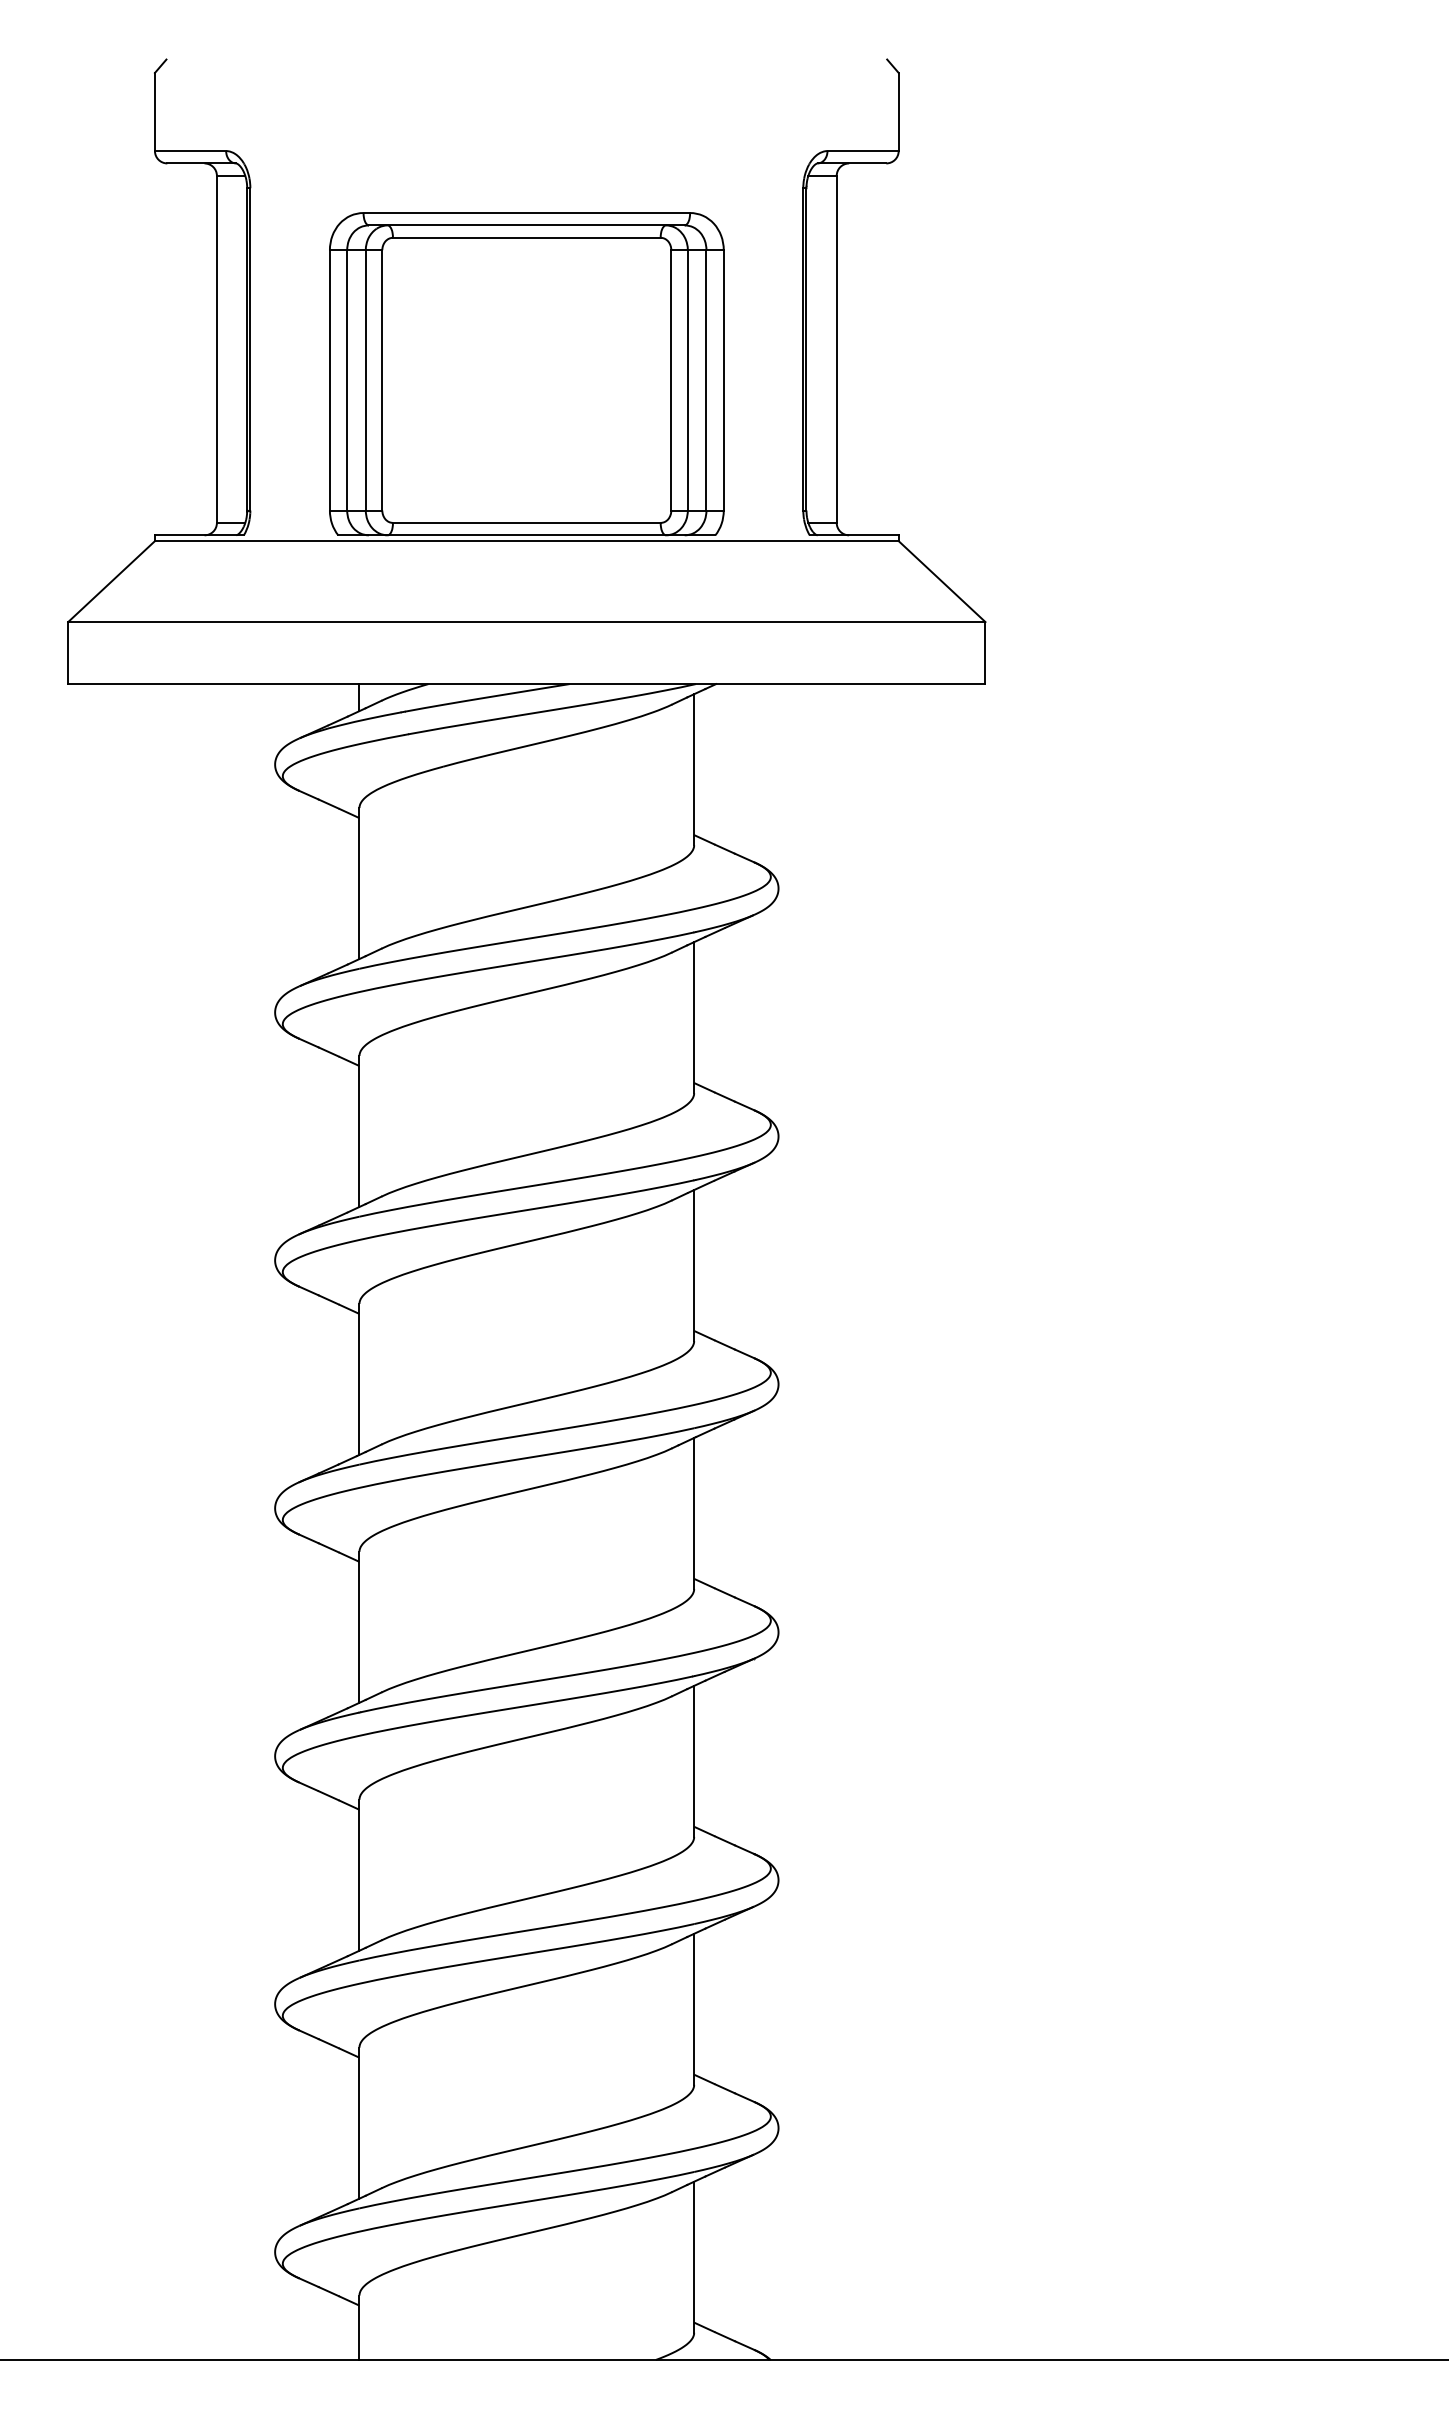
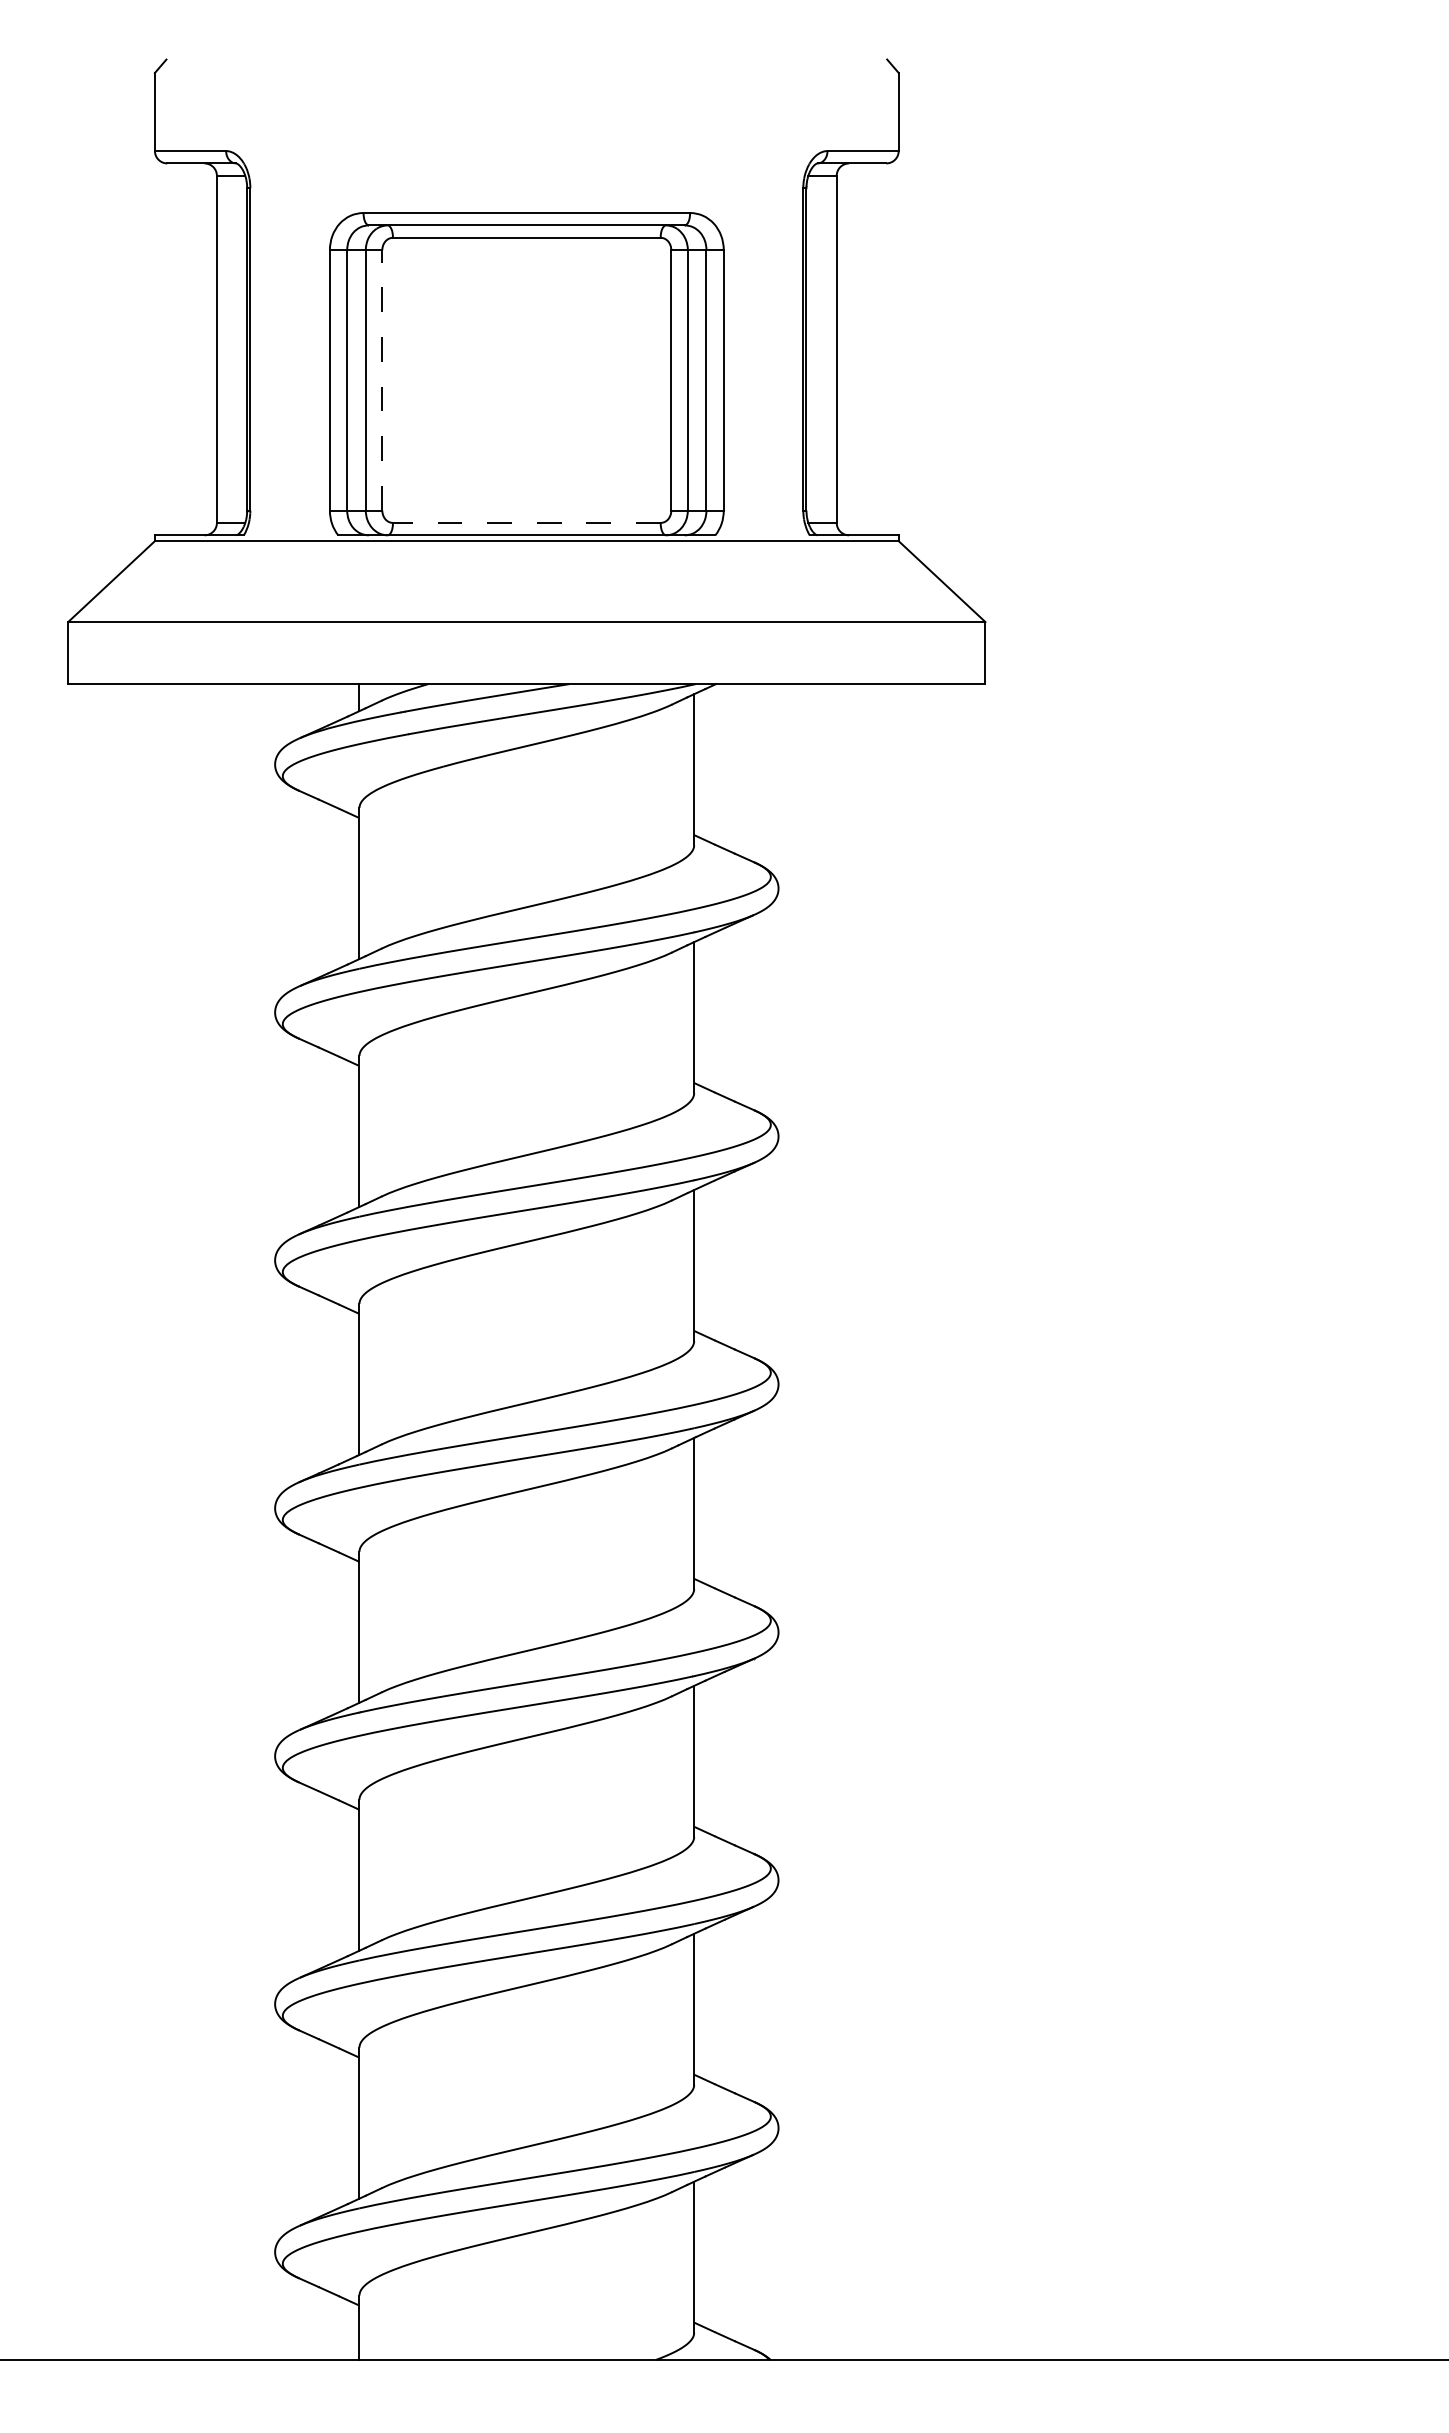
line at (382, 379): solid -> dashed
line at (526, 522): solid -> dashed
